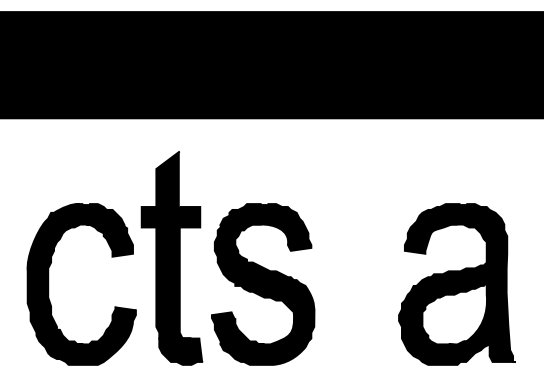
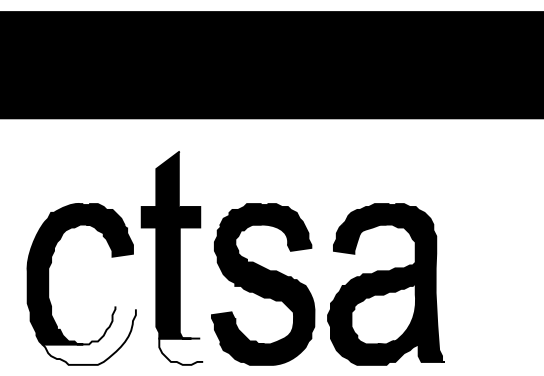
part at (456, 284) position: (456, 284) -> (385, 284)
fill at (88, 335): present -> none
fill at (181, 351): present -> none
